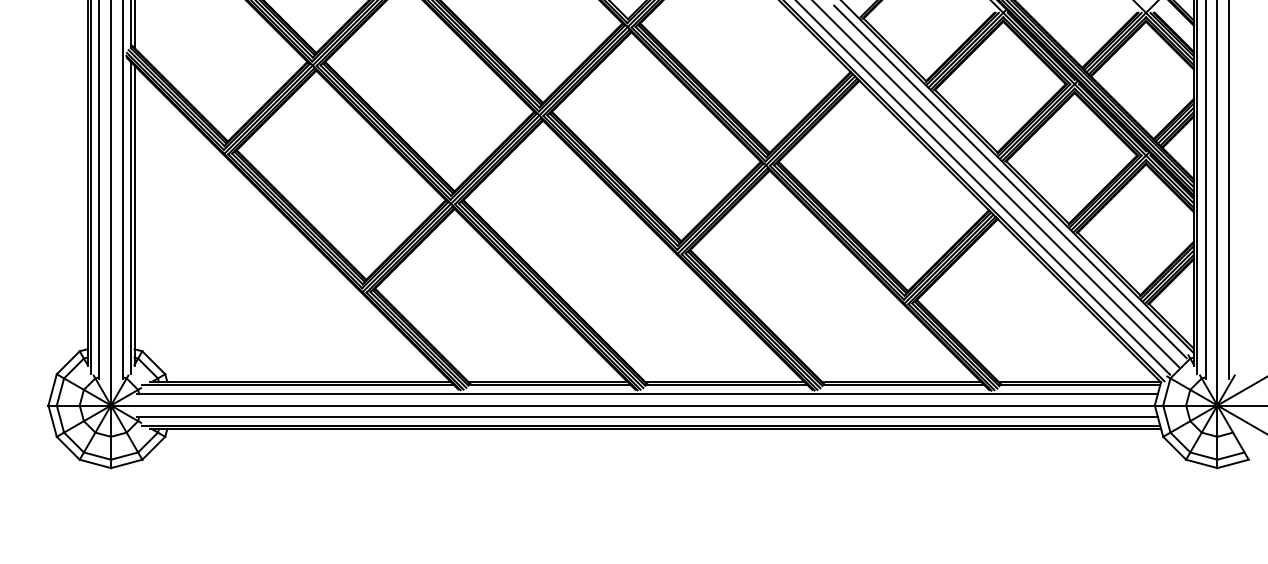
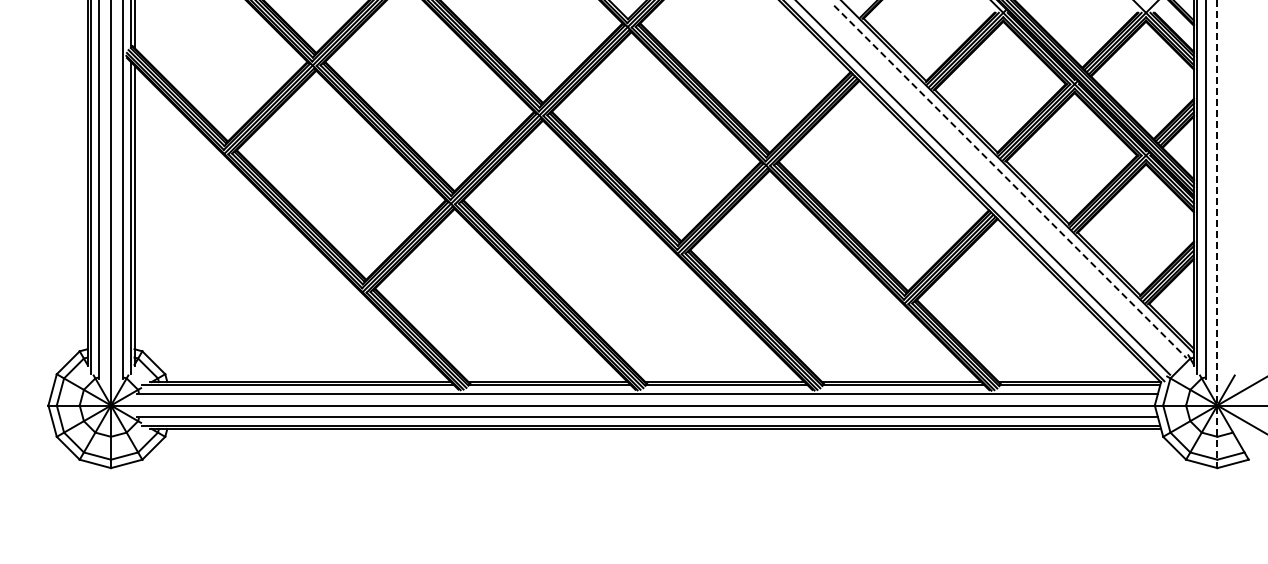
line at (1010, 182): solid -> dashed
line at (996, 184): present -> none
line at (1229, 190): present -> none
line at (1217, 234): solid -> dashed
